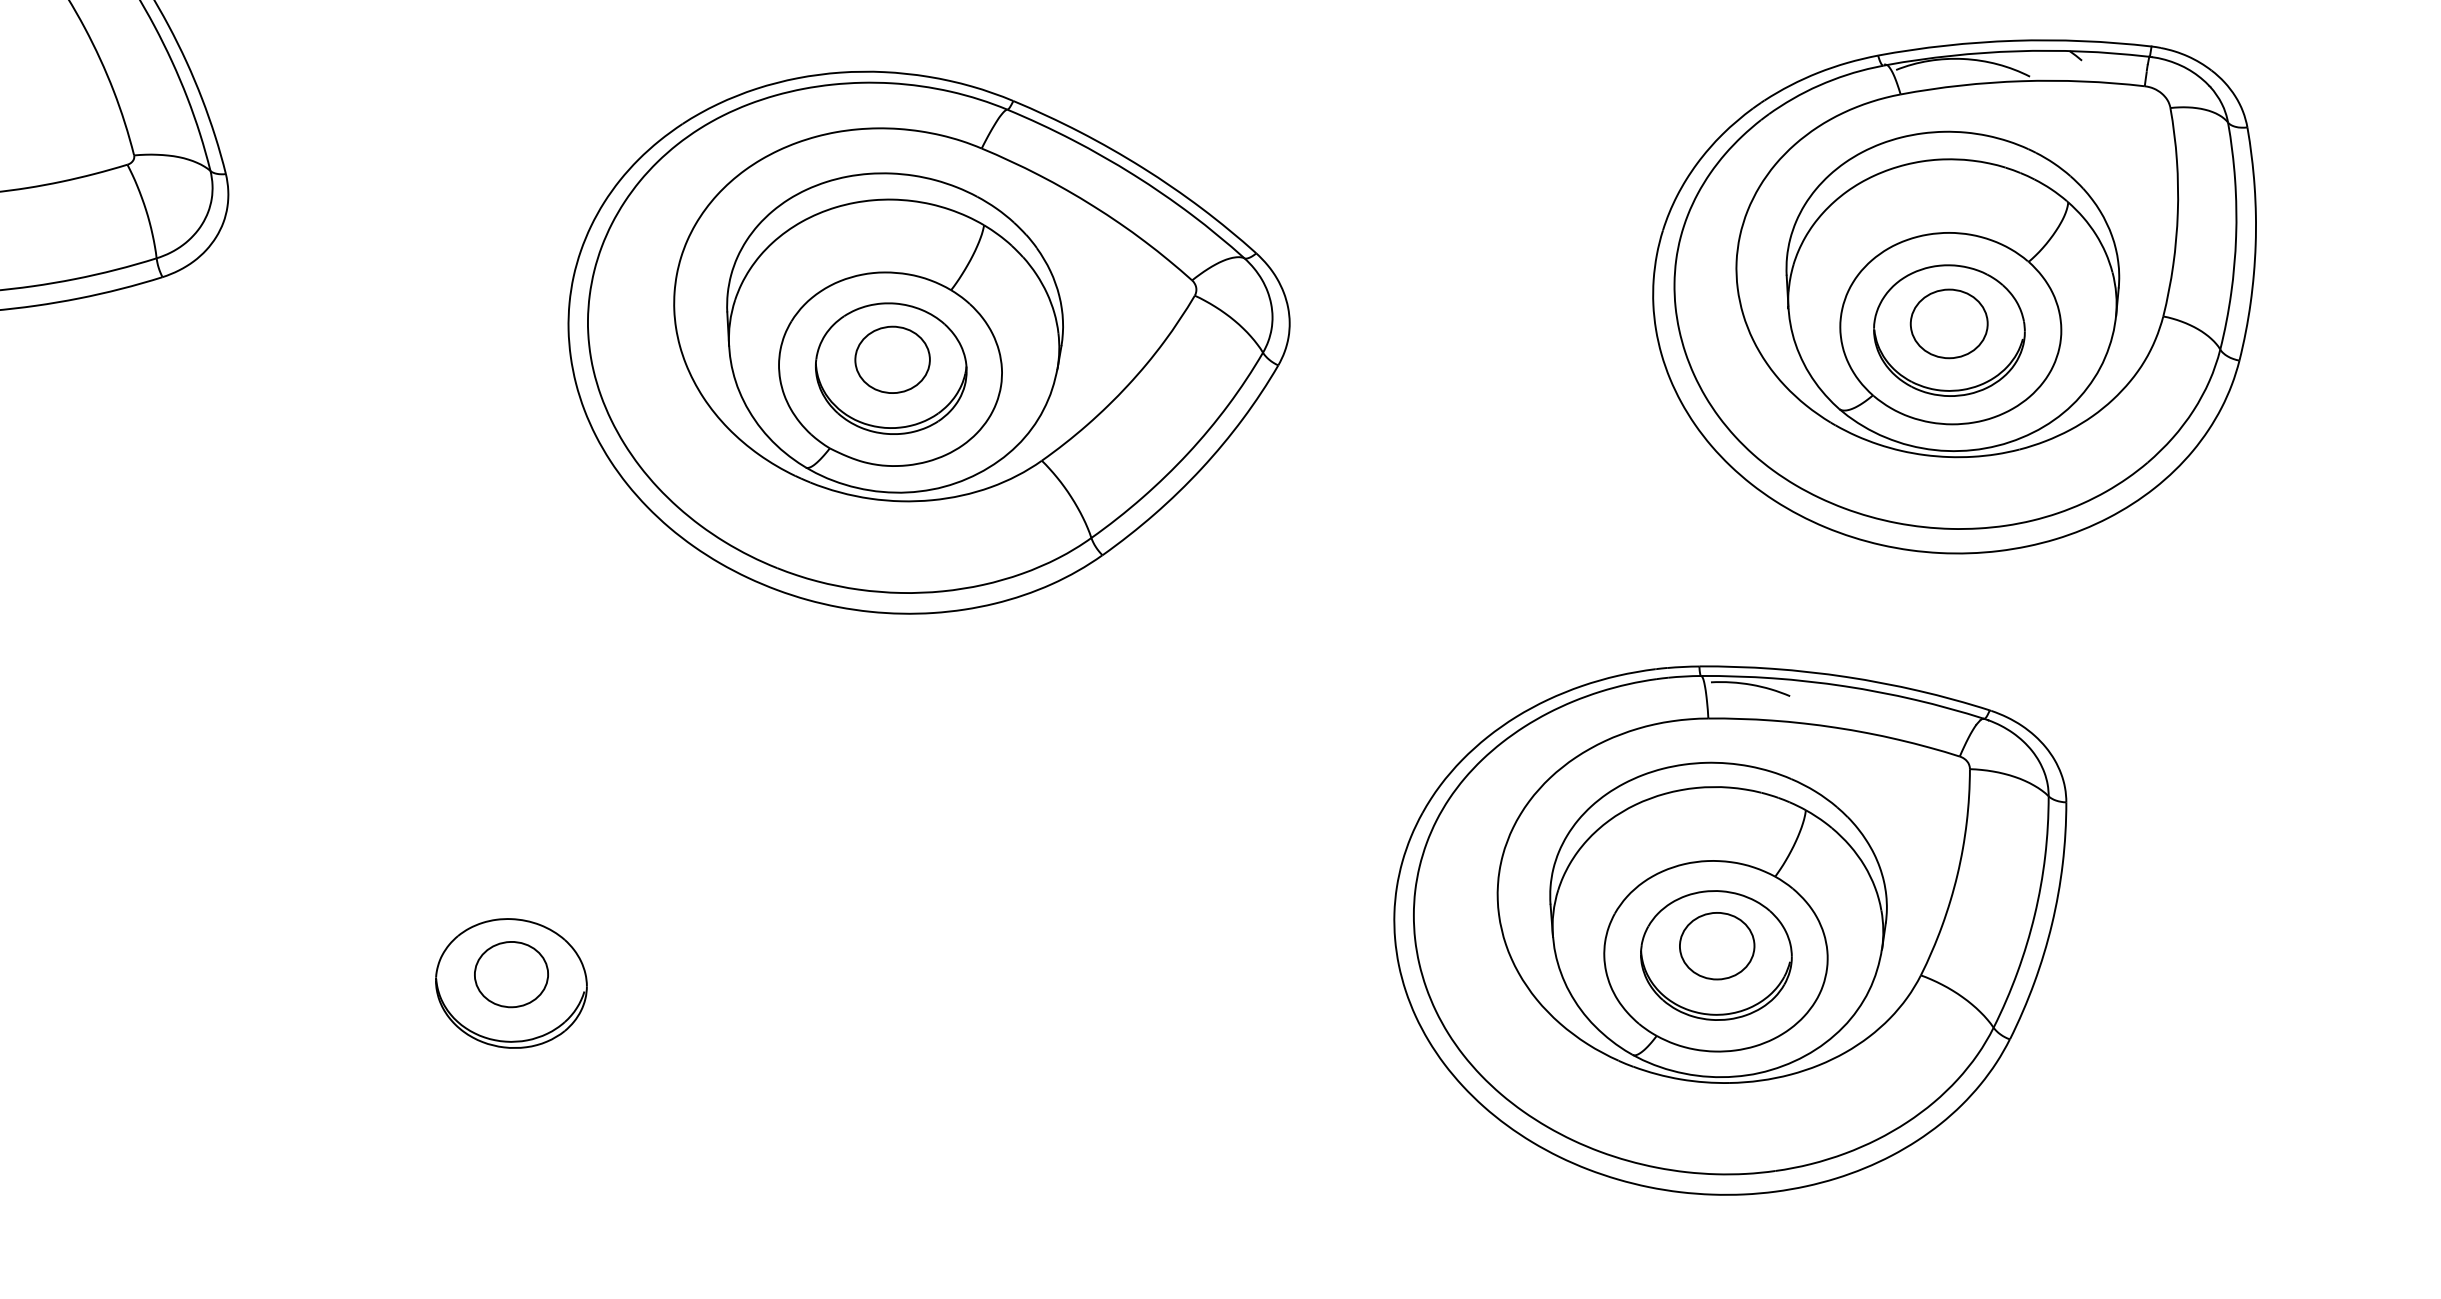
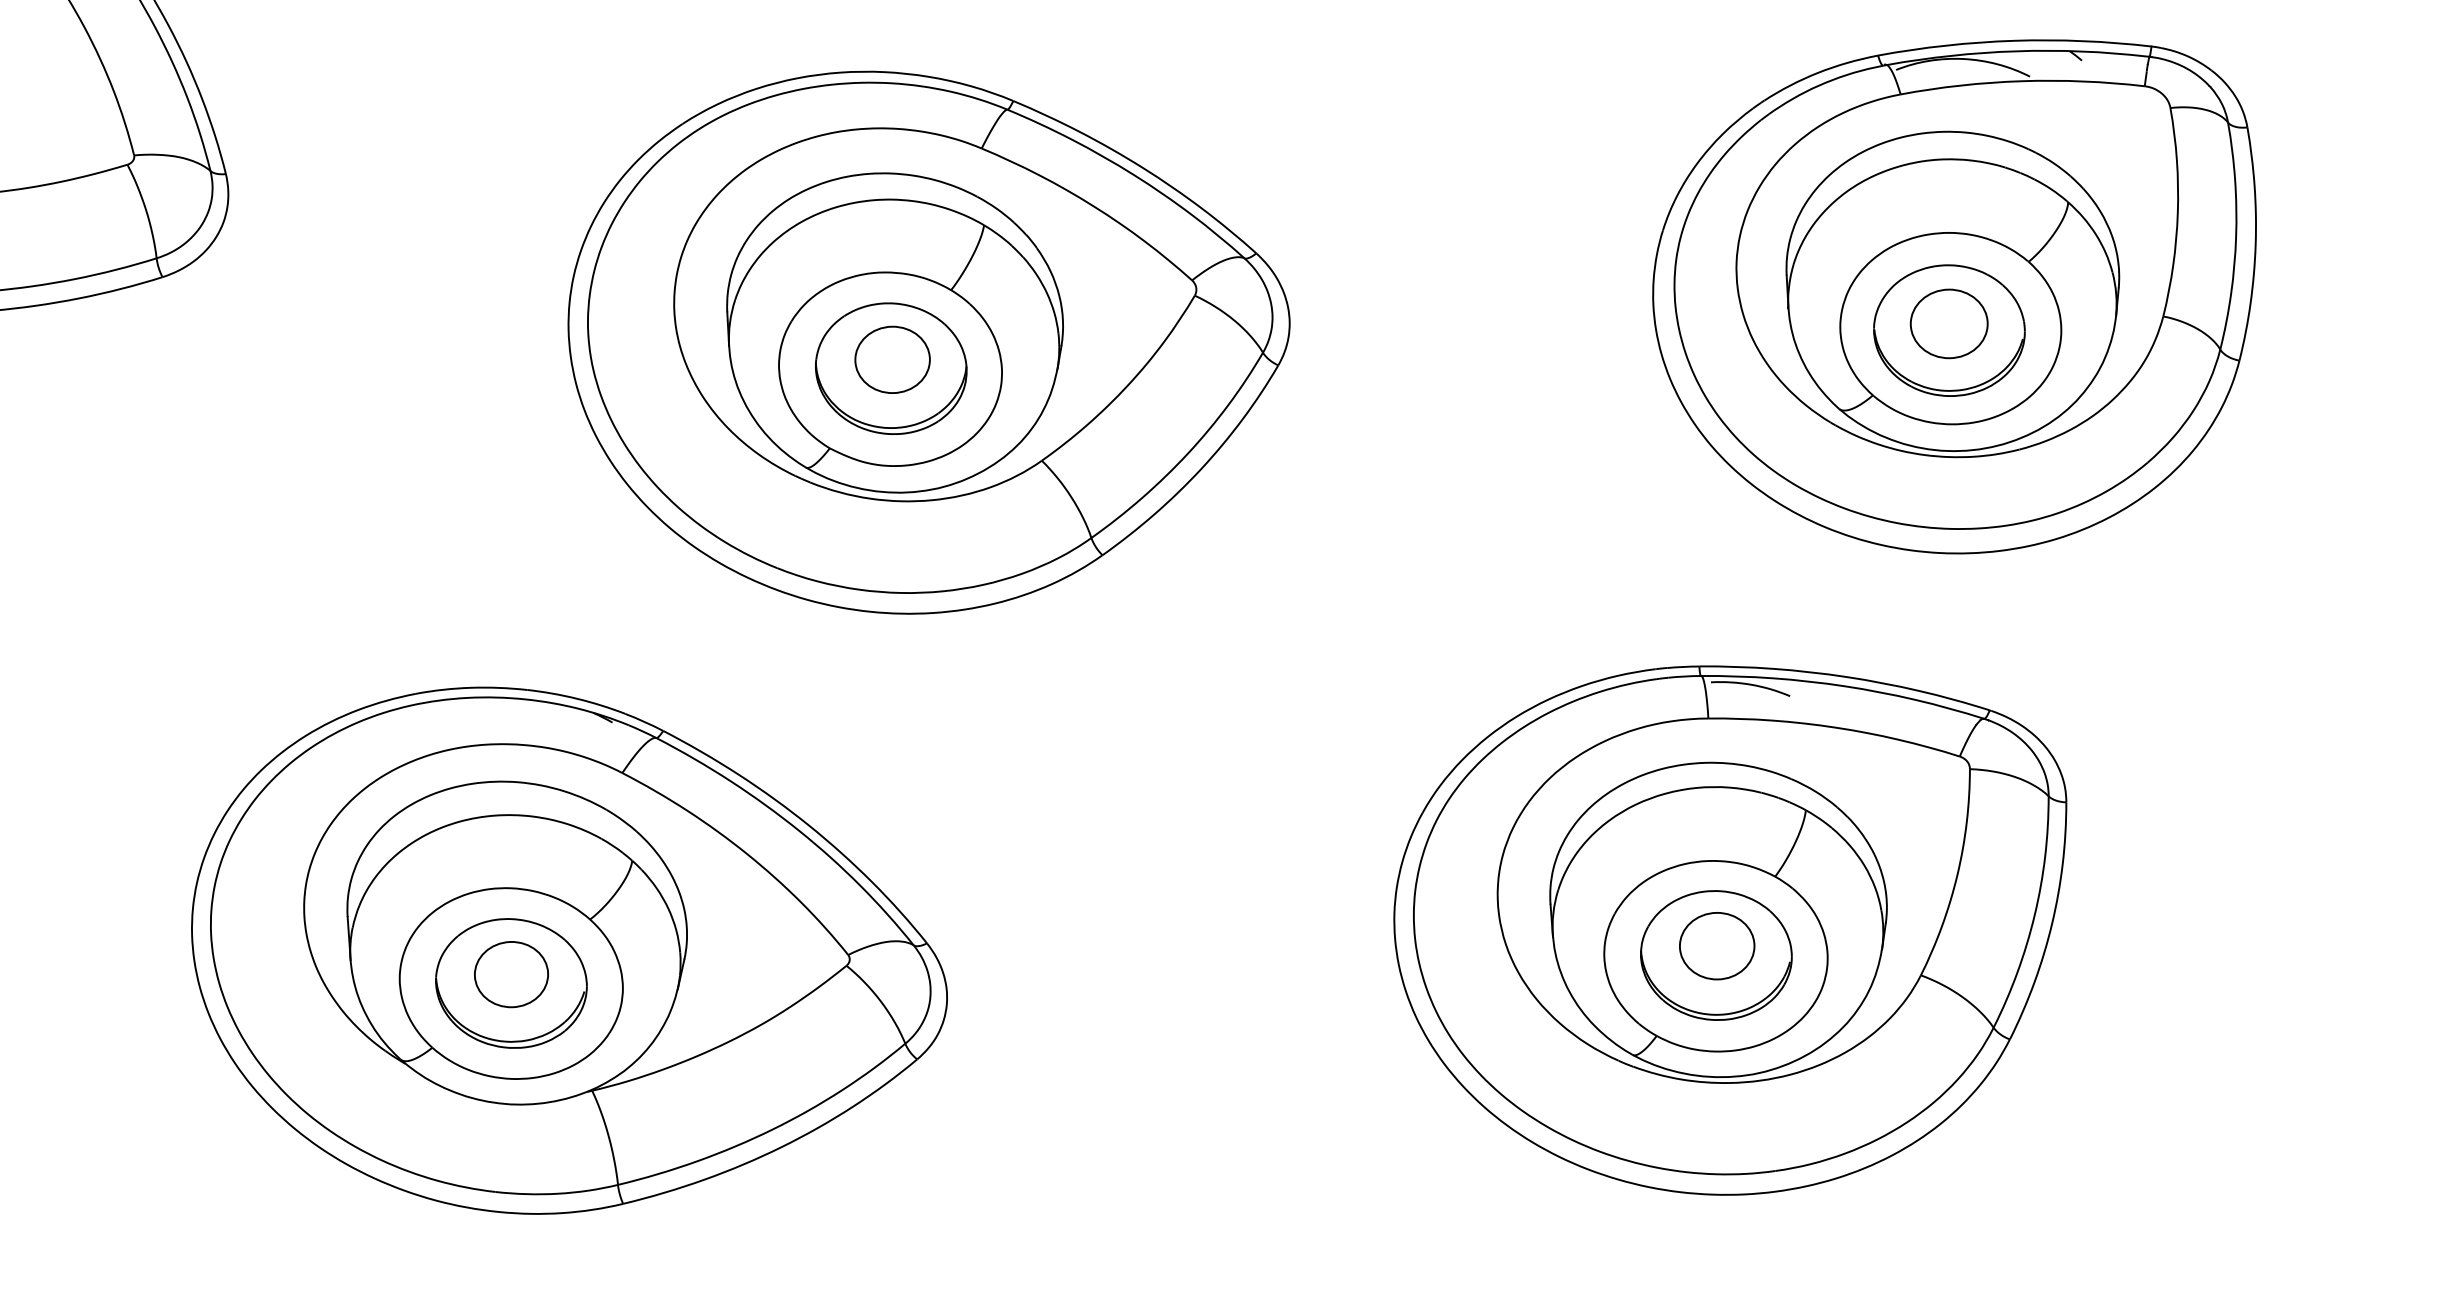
part at (569, 950): none -> present
